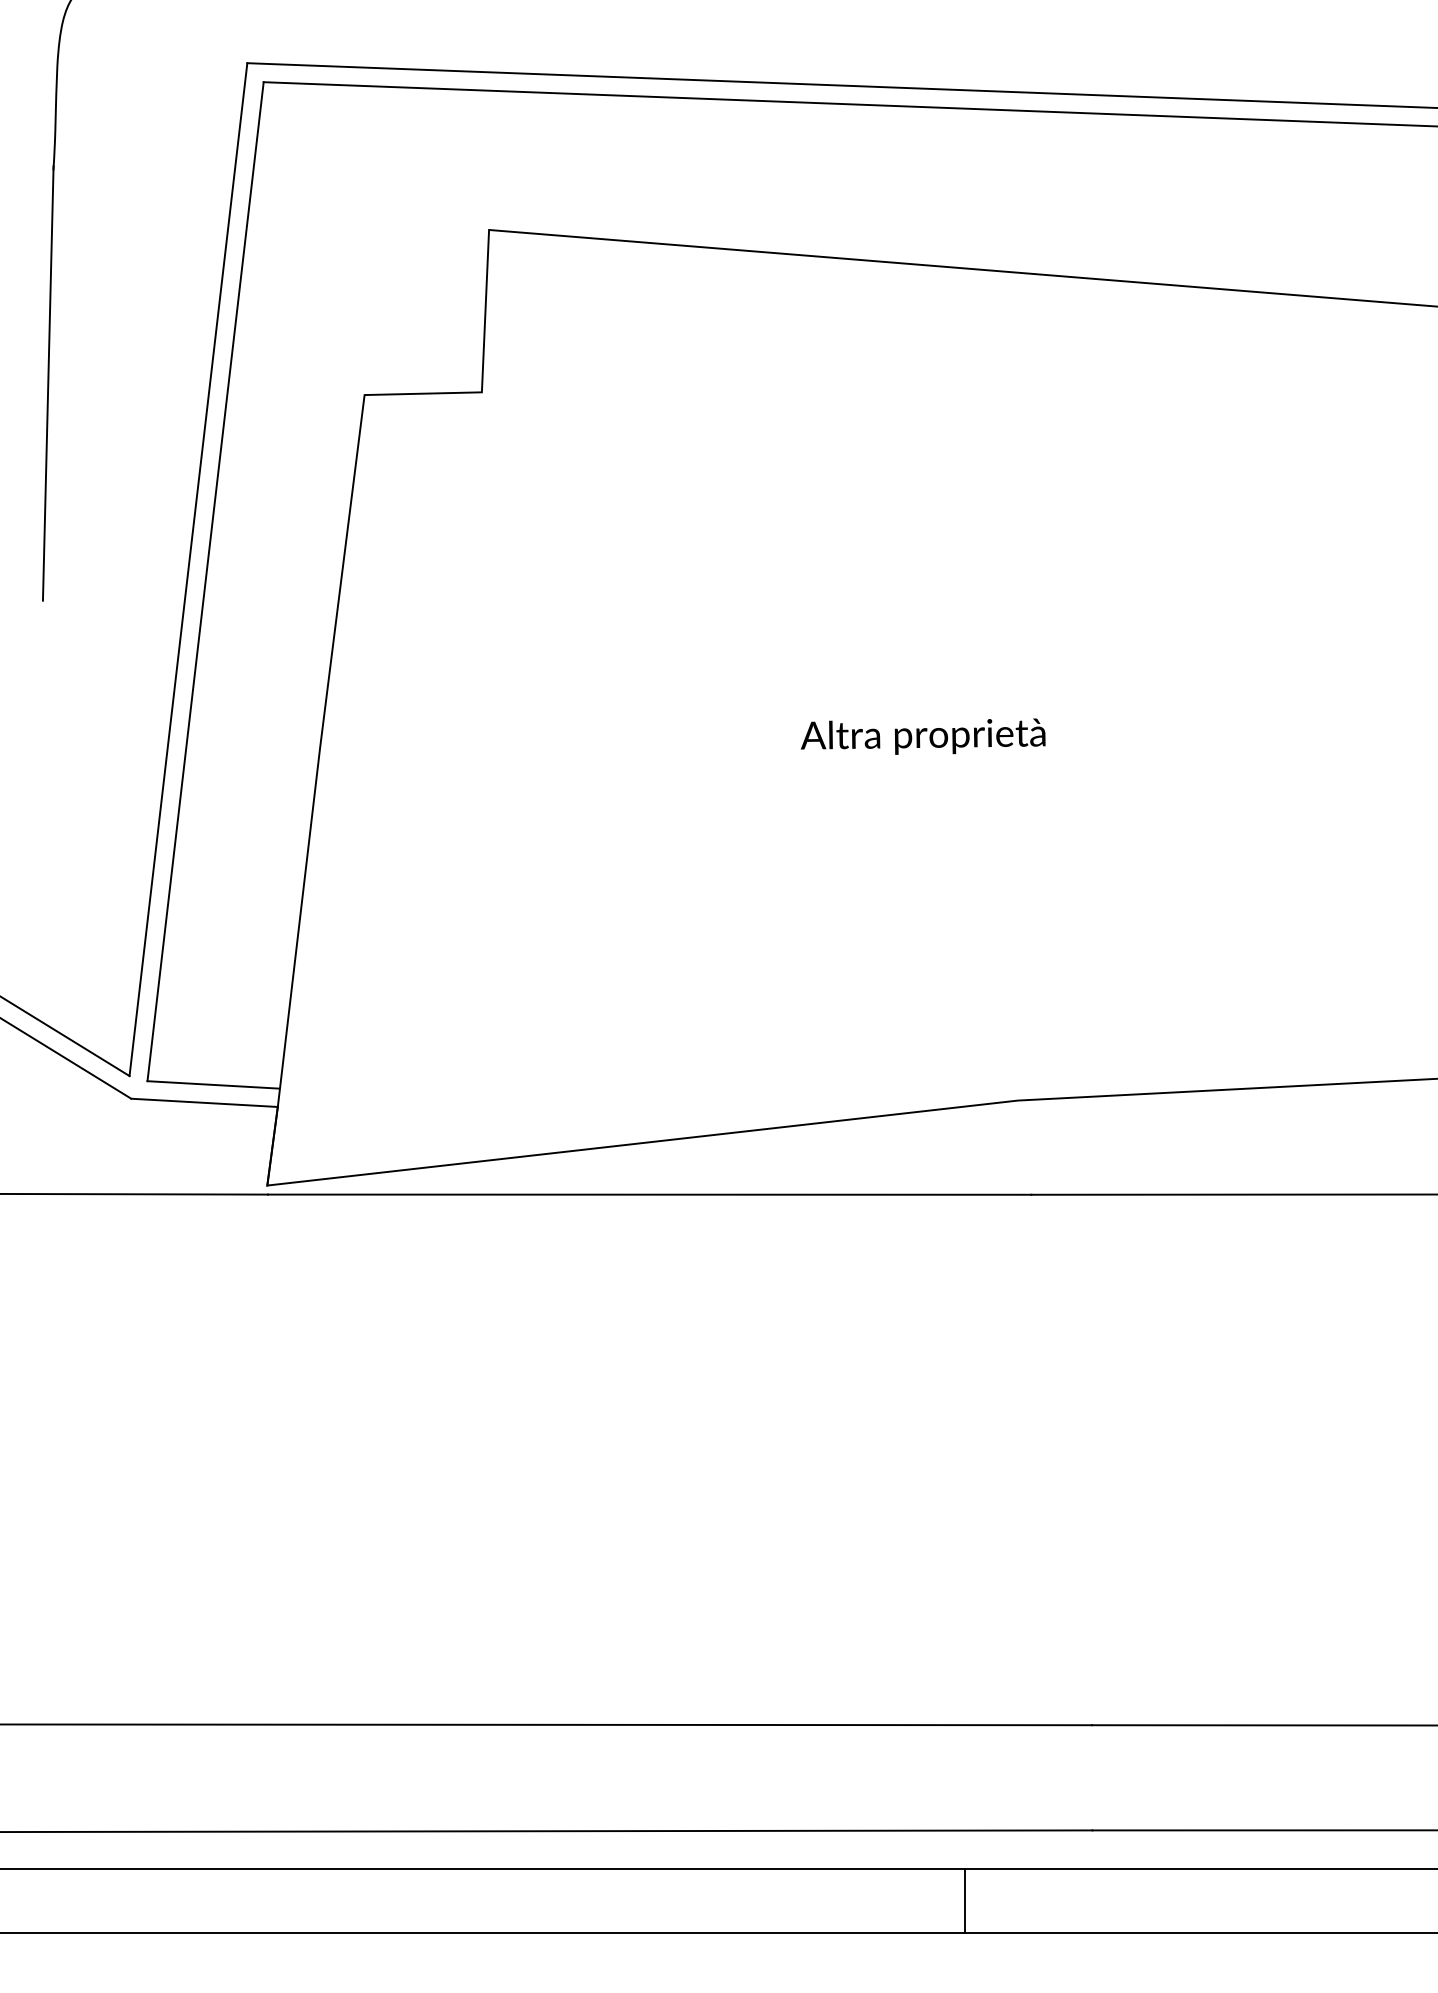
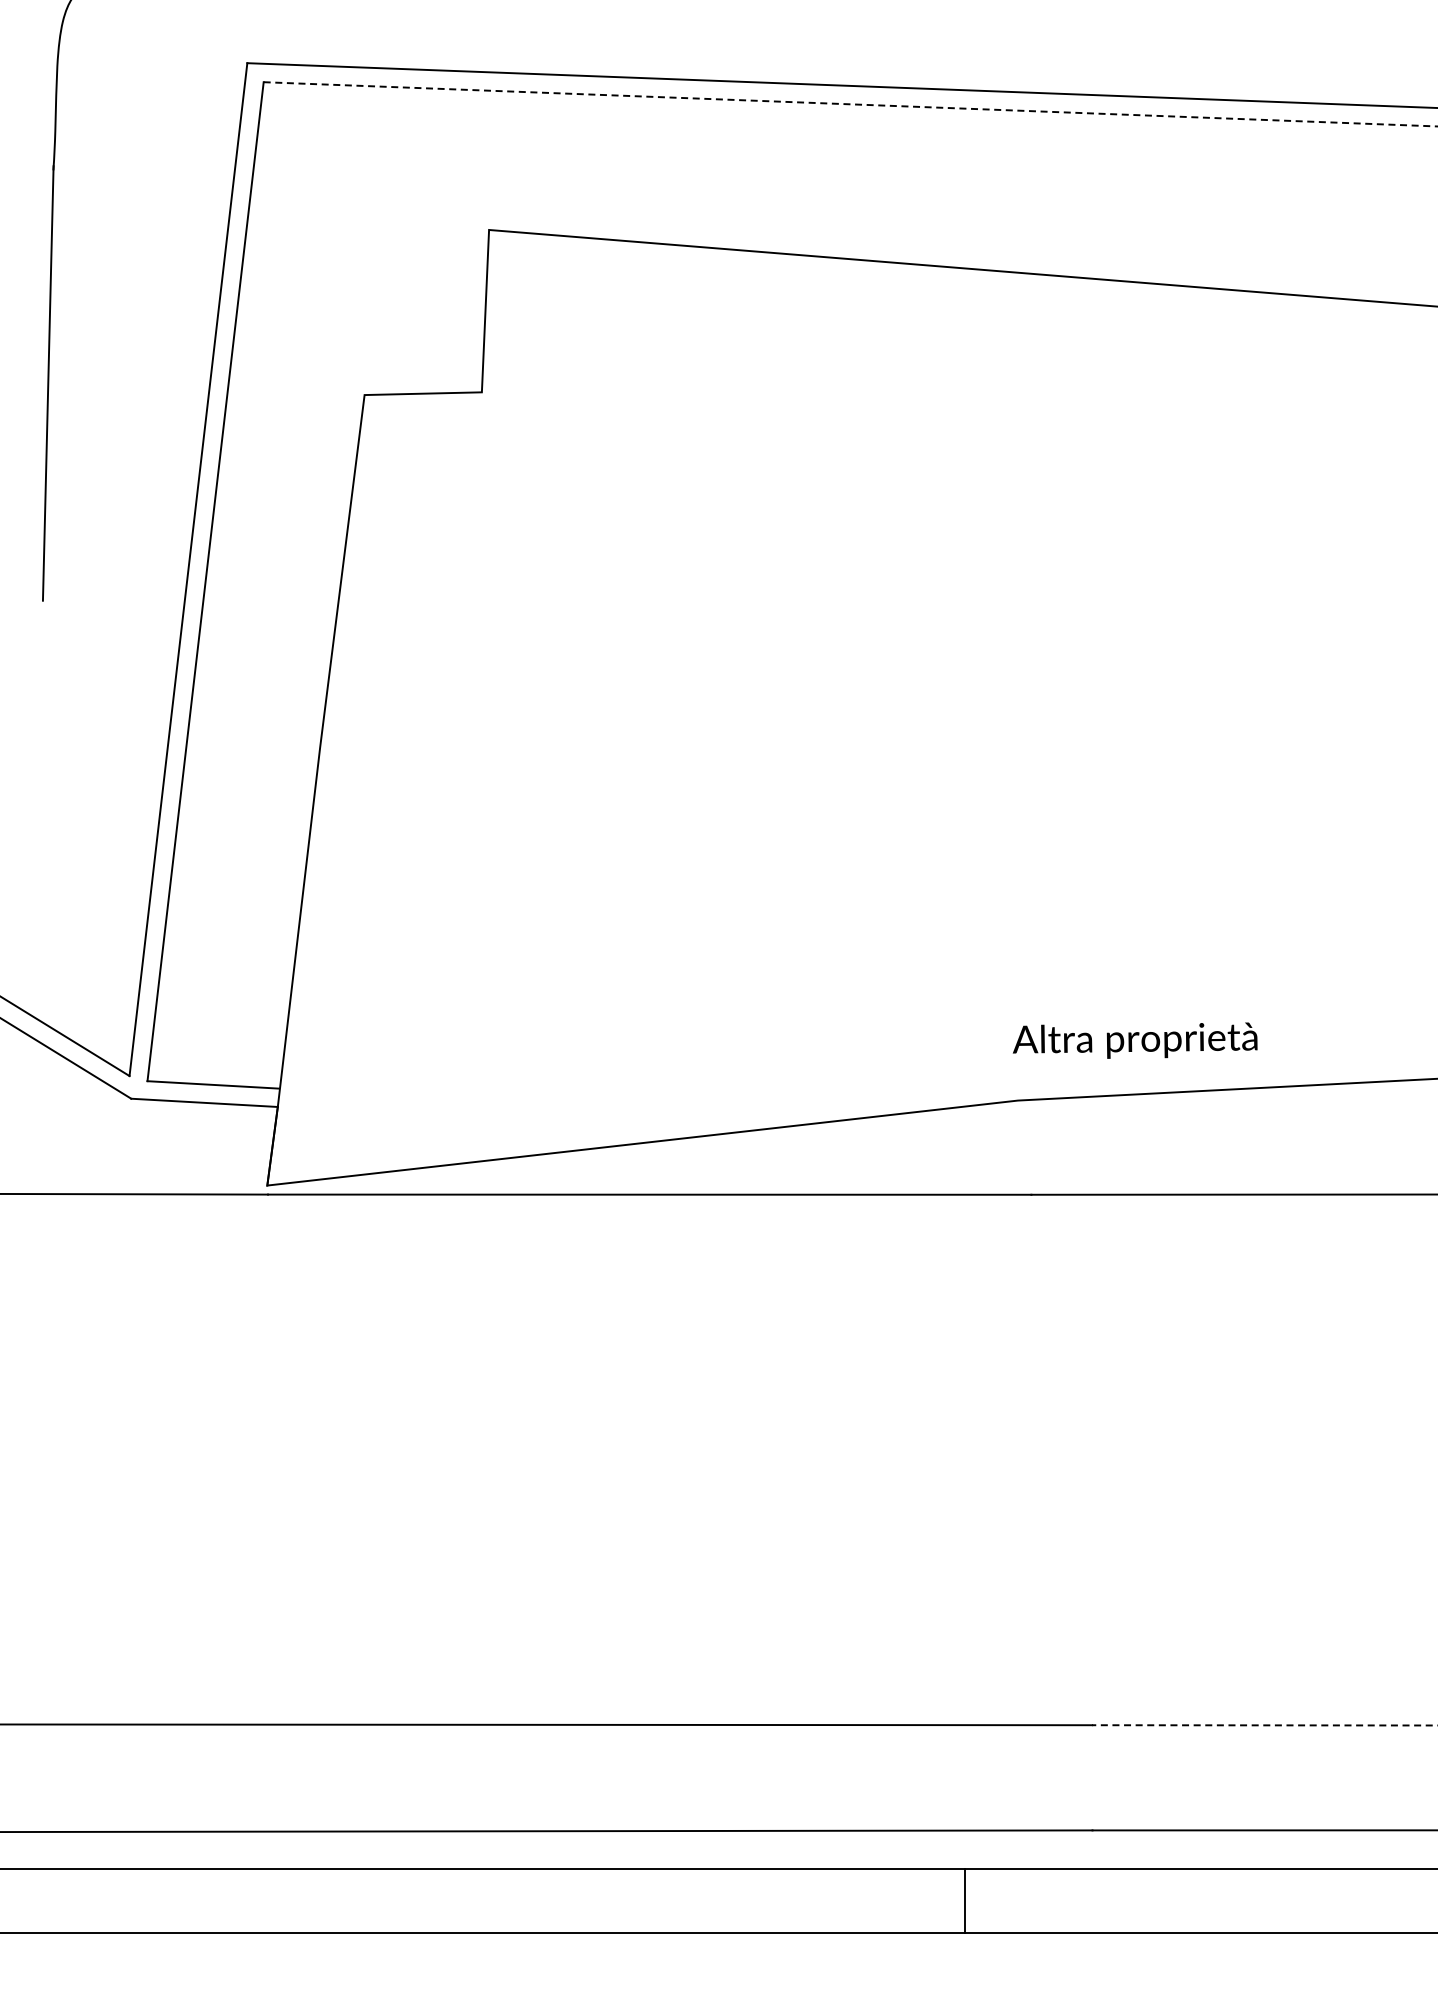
line at (851, 104): solid -> dashed
text at (922, 736) position: (922, 736) -> (1134, 1040)
line at (1264, 1725): solid -> dashed
